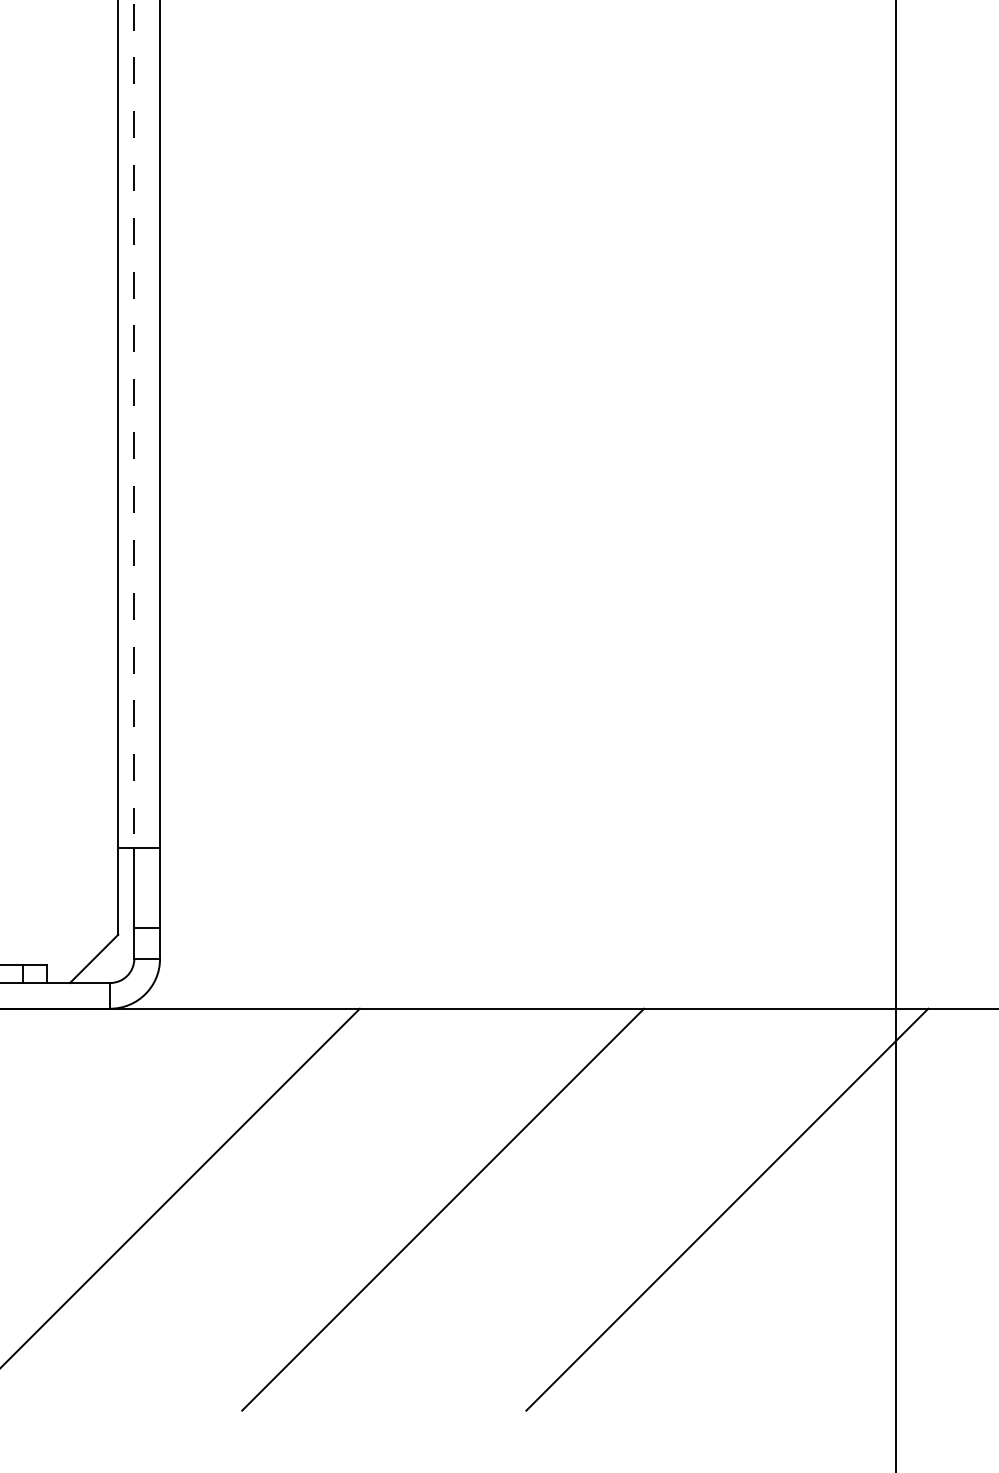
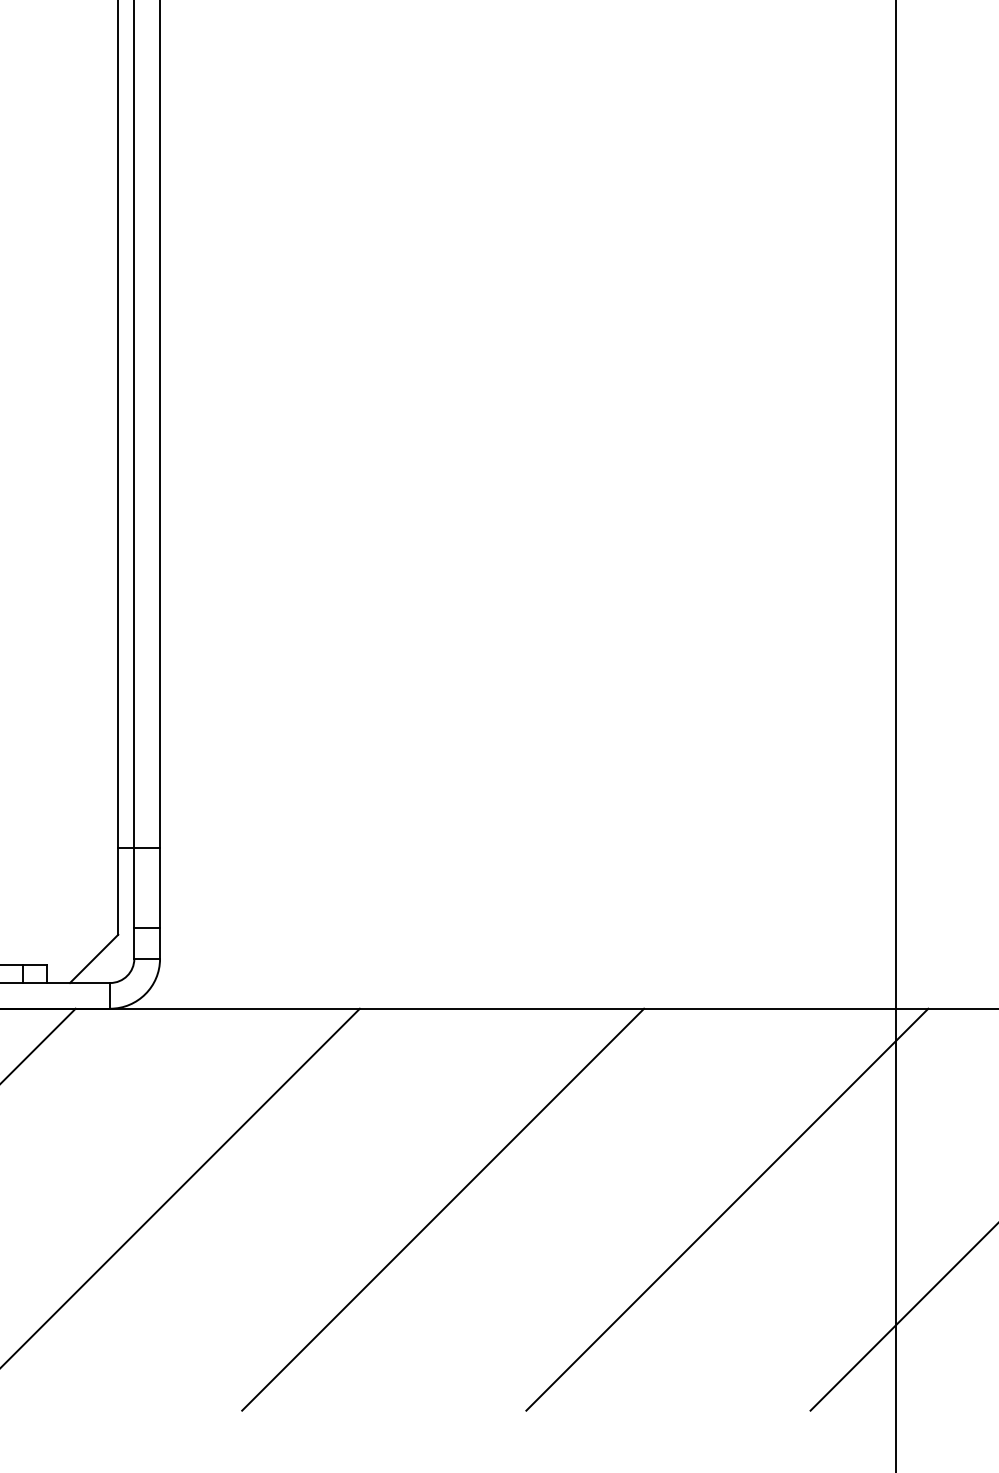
line at (134, 424): dashed -> solid
line at (38, 1045): none -> present
line at (902, 1317): none -> present
